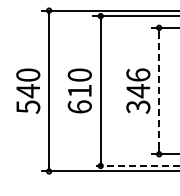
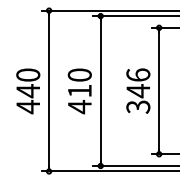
line at (159, 91): dashed -> solid
text at (28, 107): 540 -> 440
text at (79, 107): 610 -> 410
line at (136, 165): dashed -> solid
